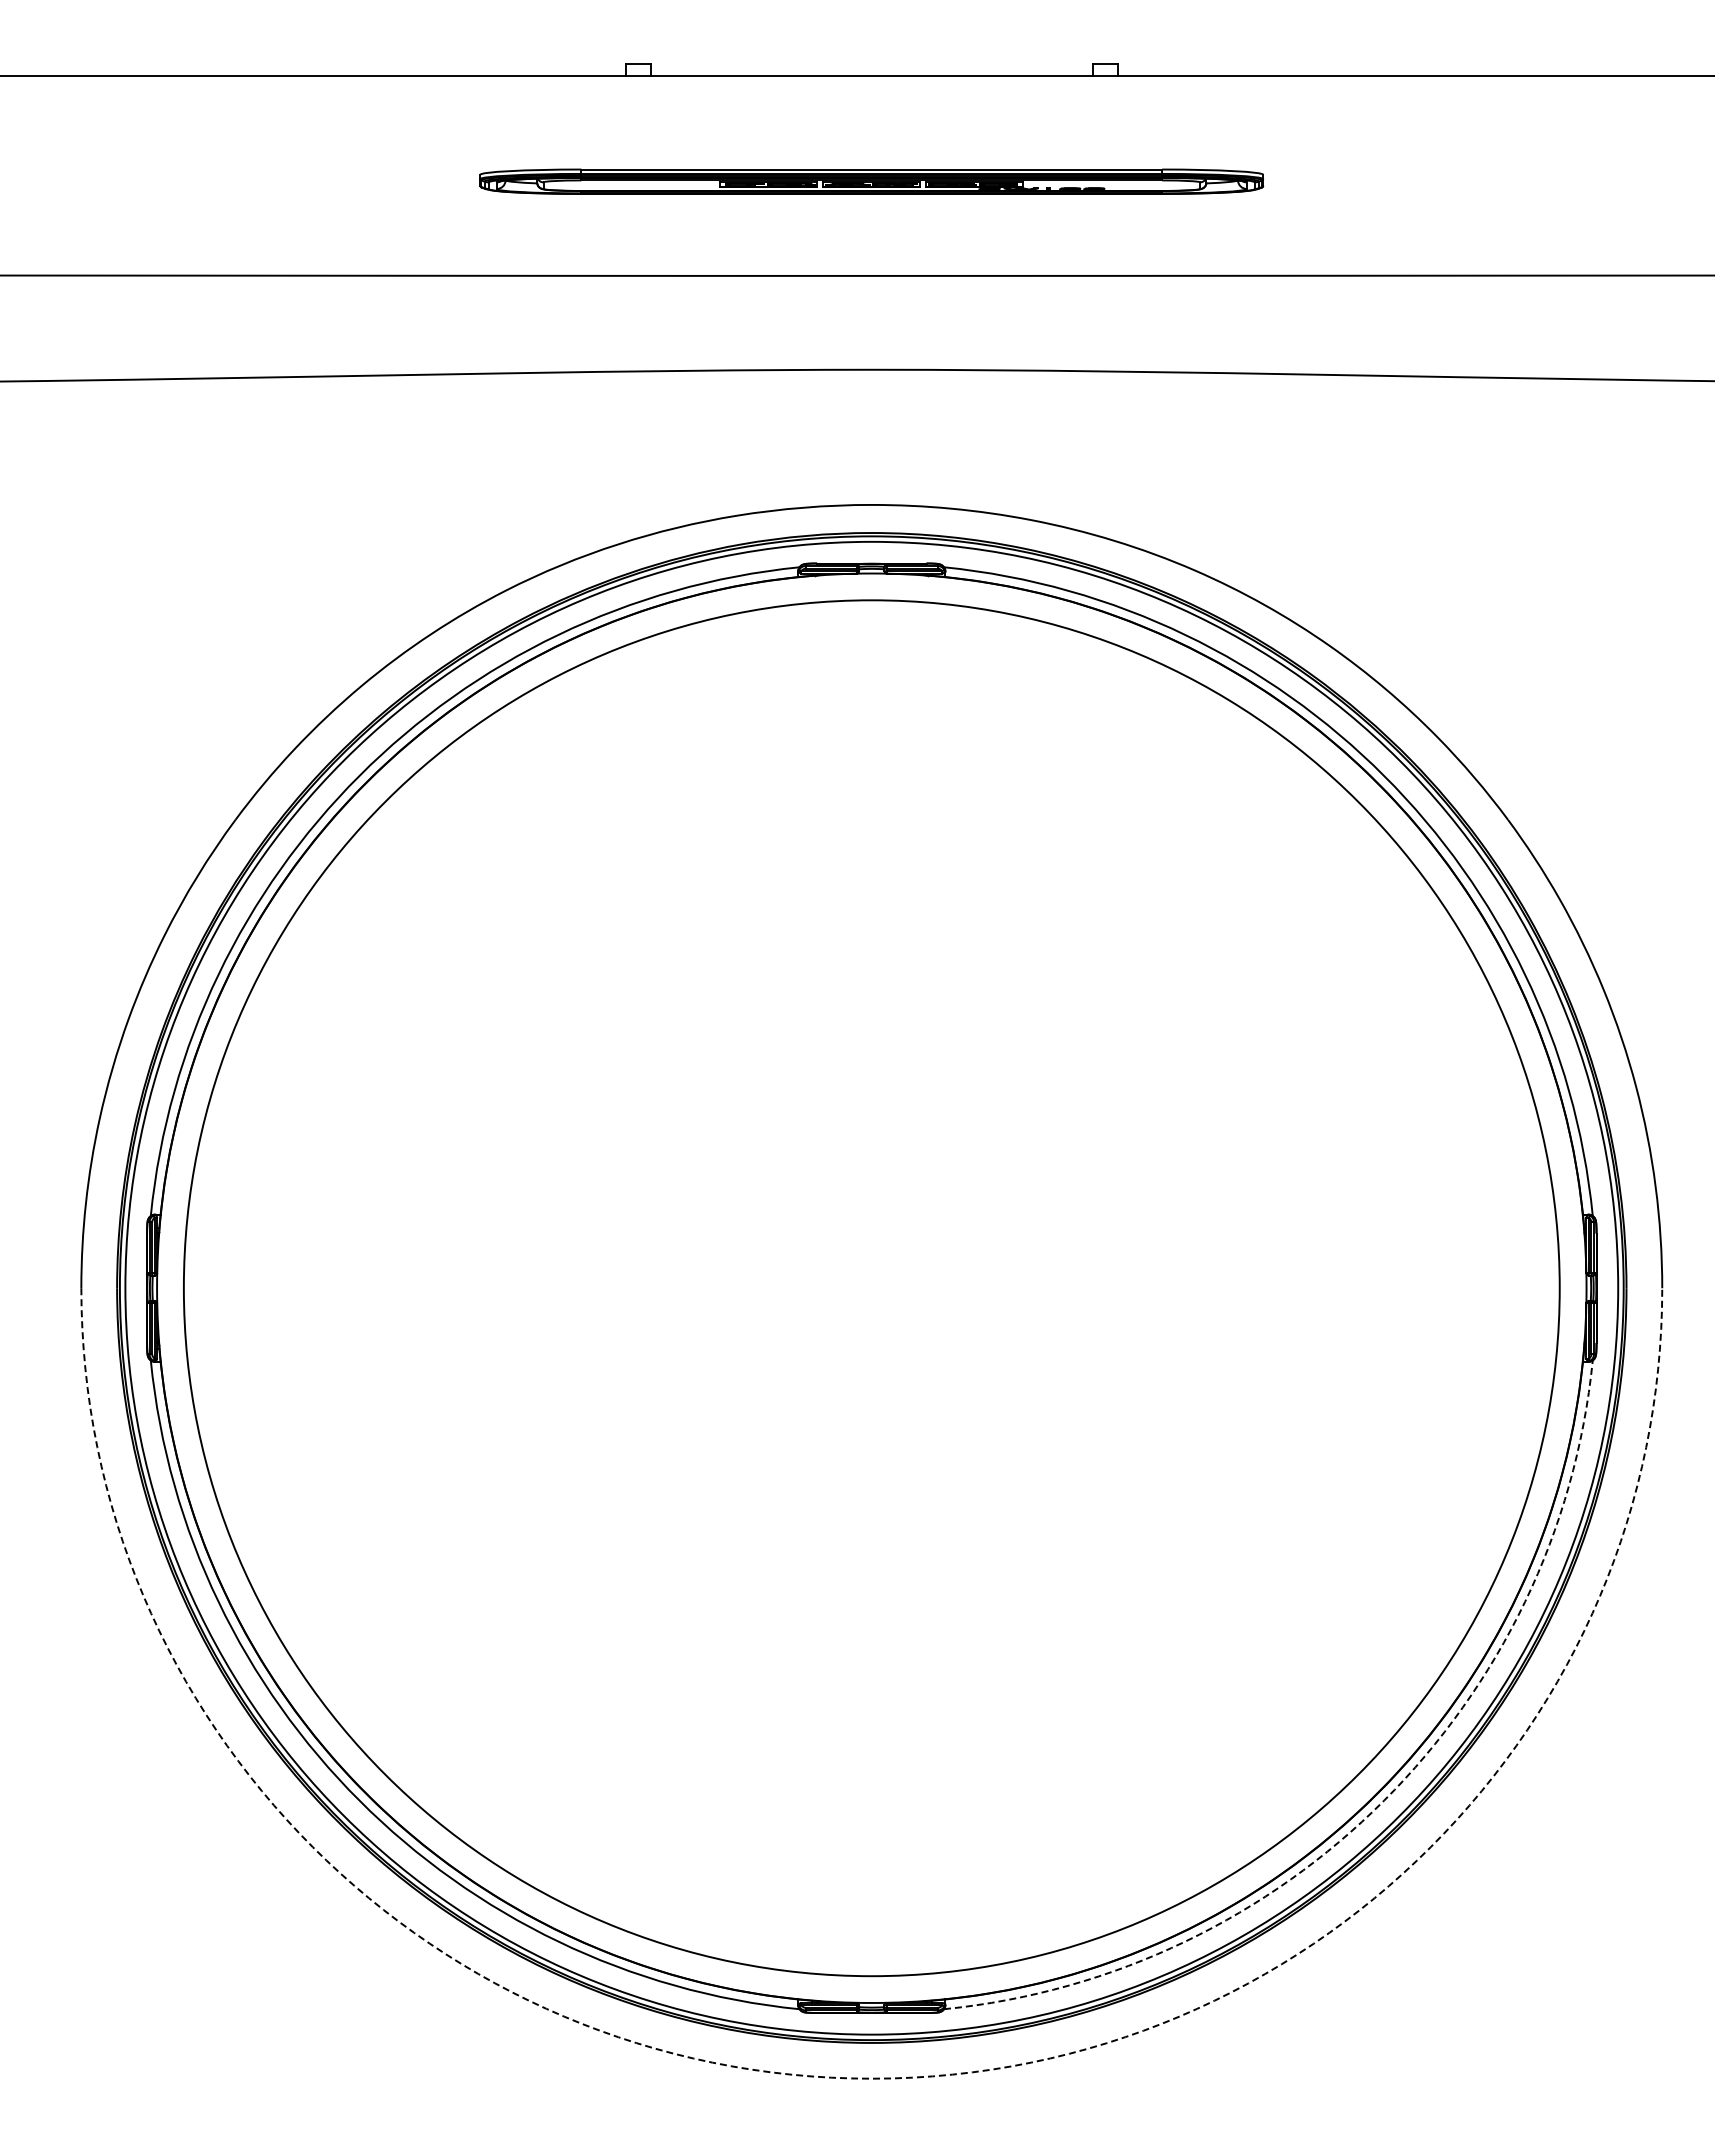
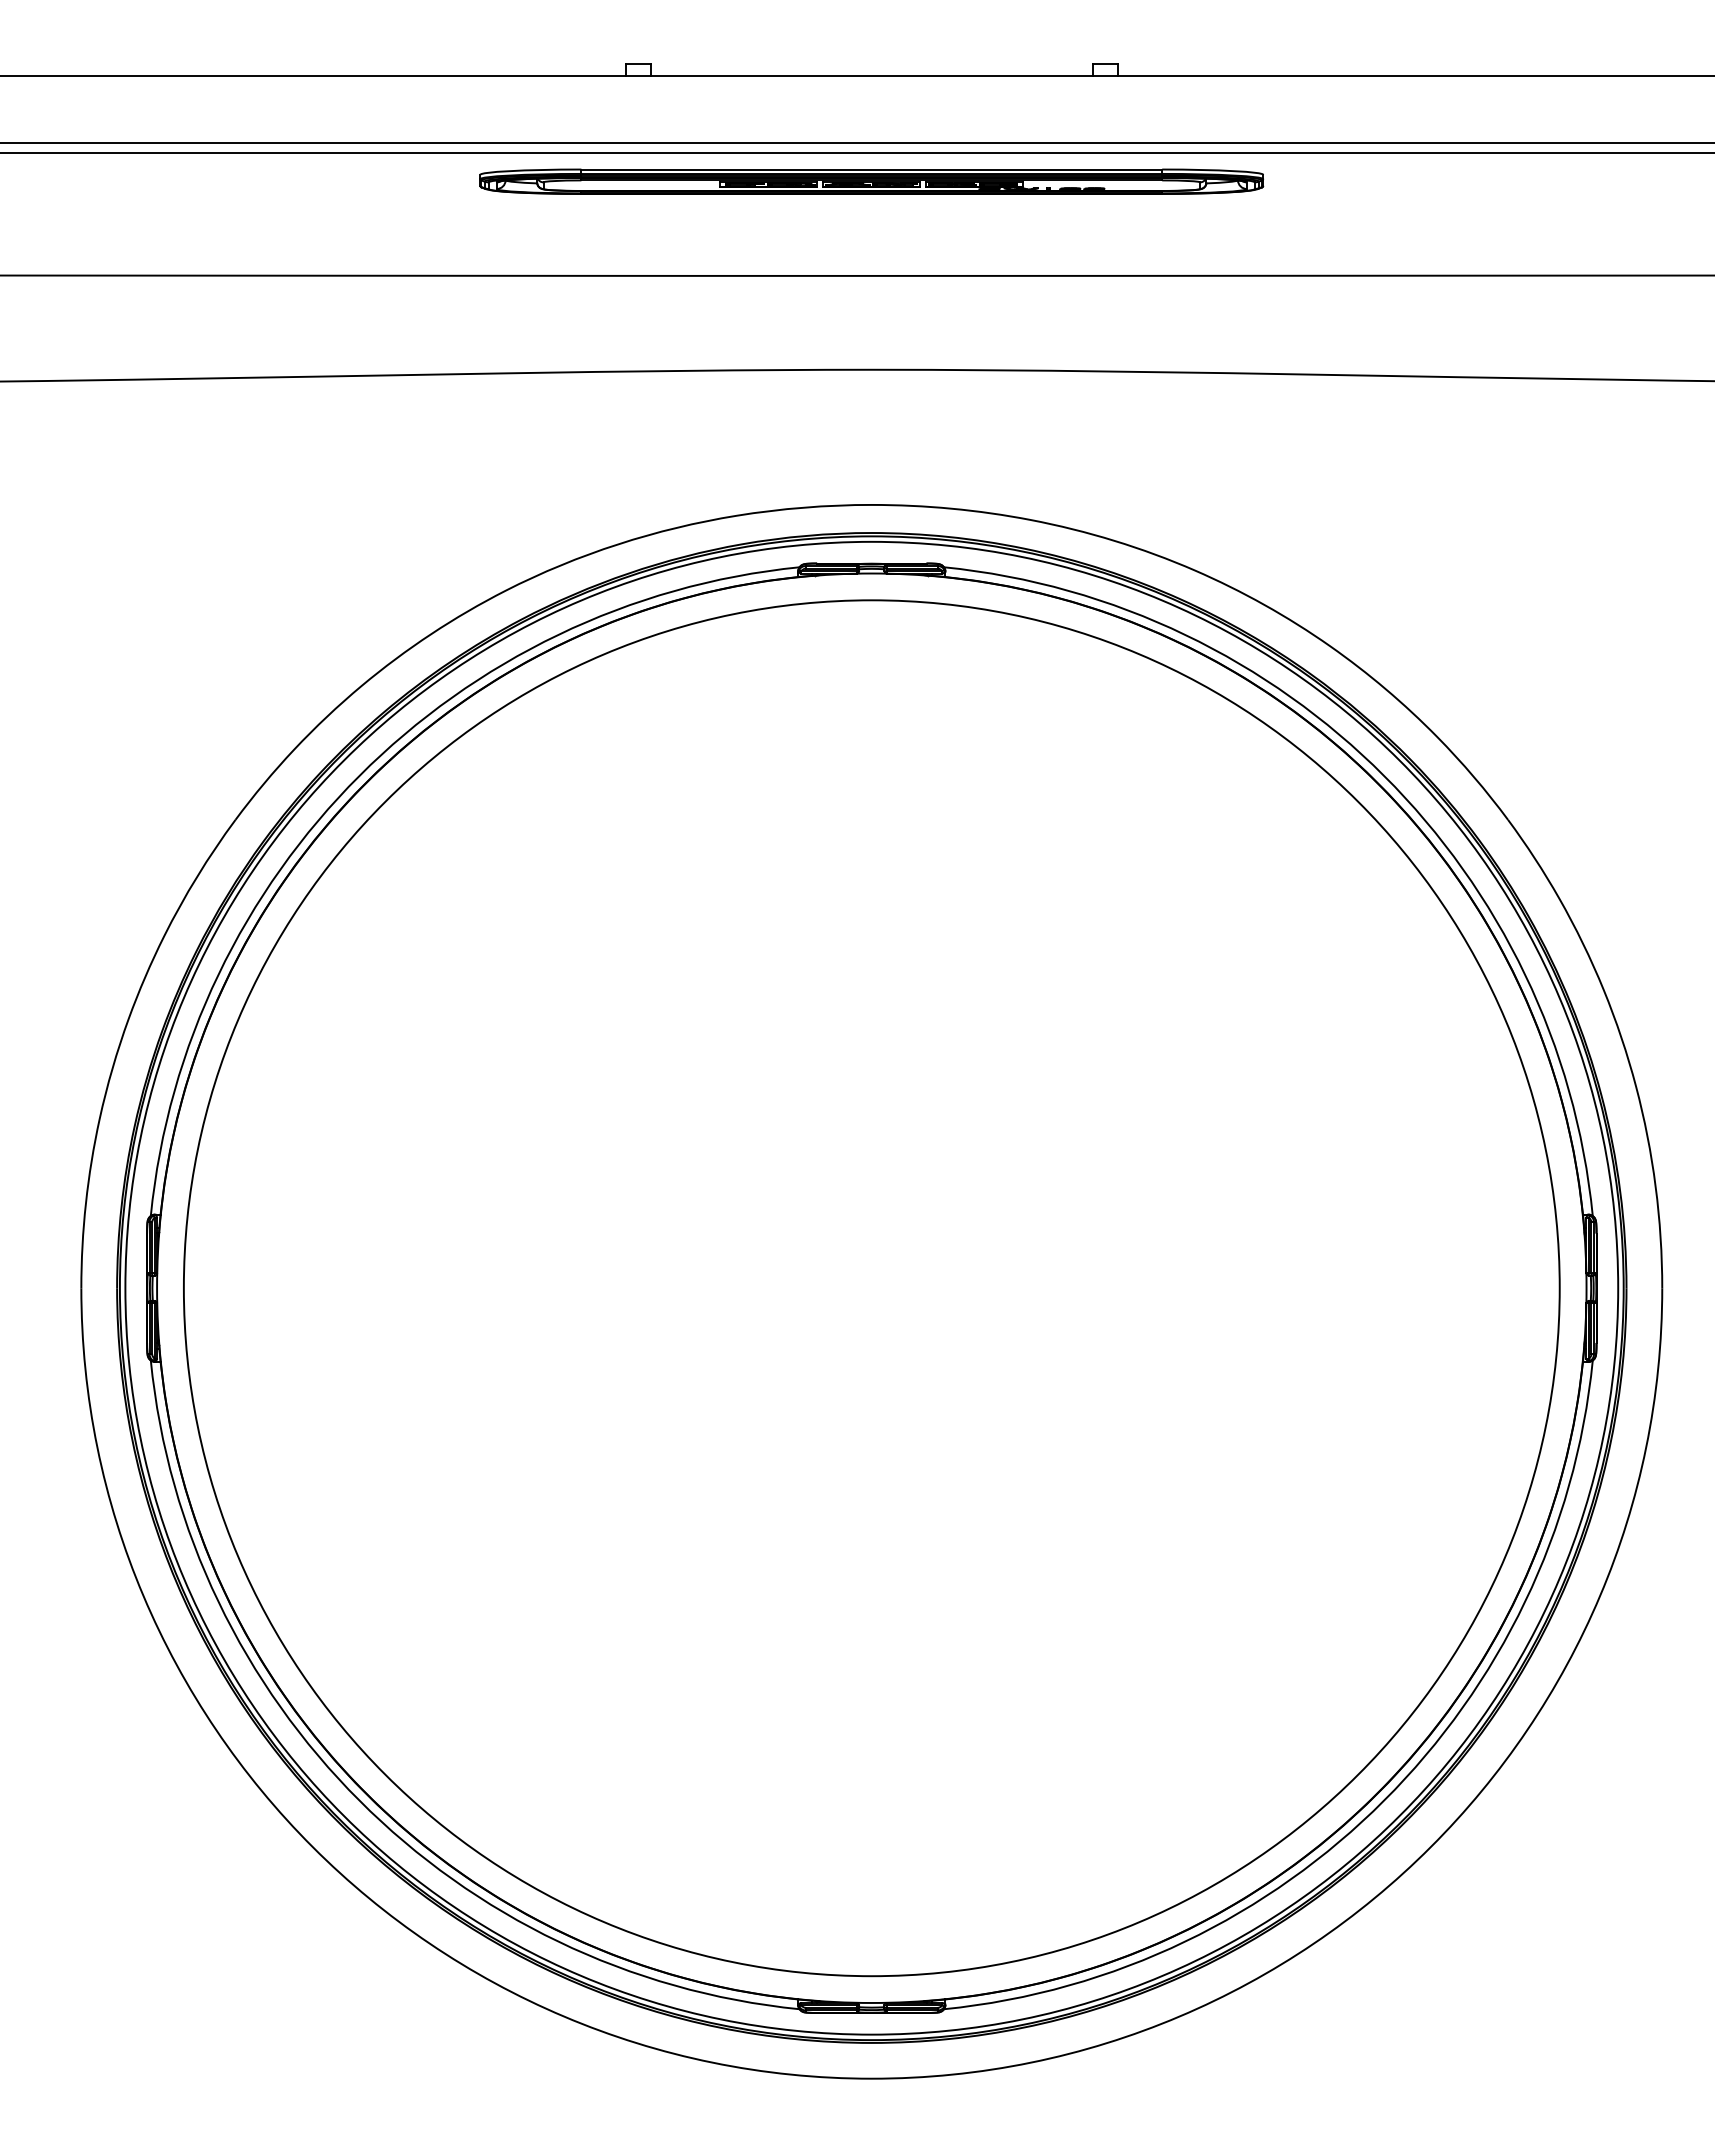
line at (856, 142): none -> present
line at (856, 152): none -> present
arc at (1384, 1800): dashed -> solid
arc at (871, 2078): dashed -> solid
